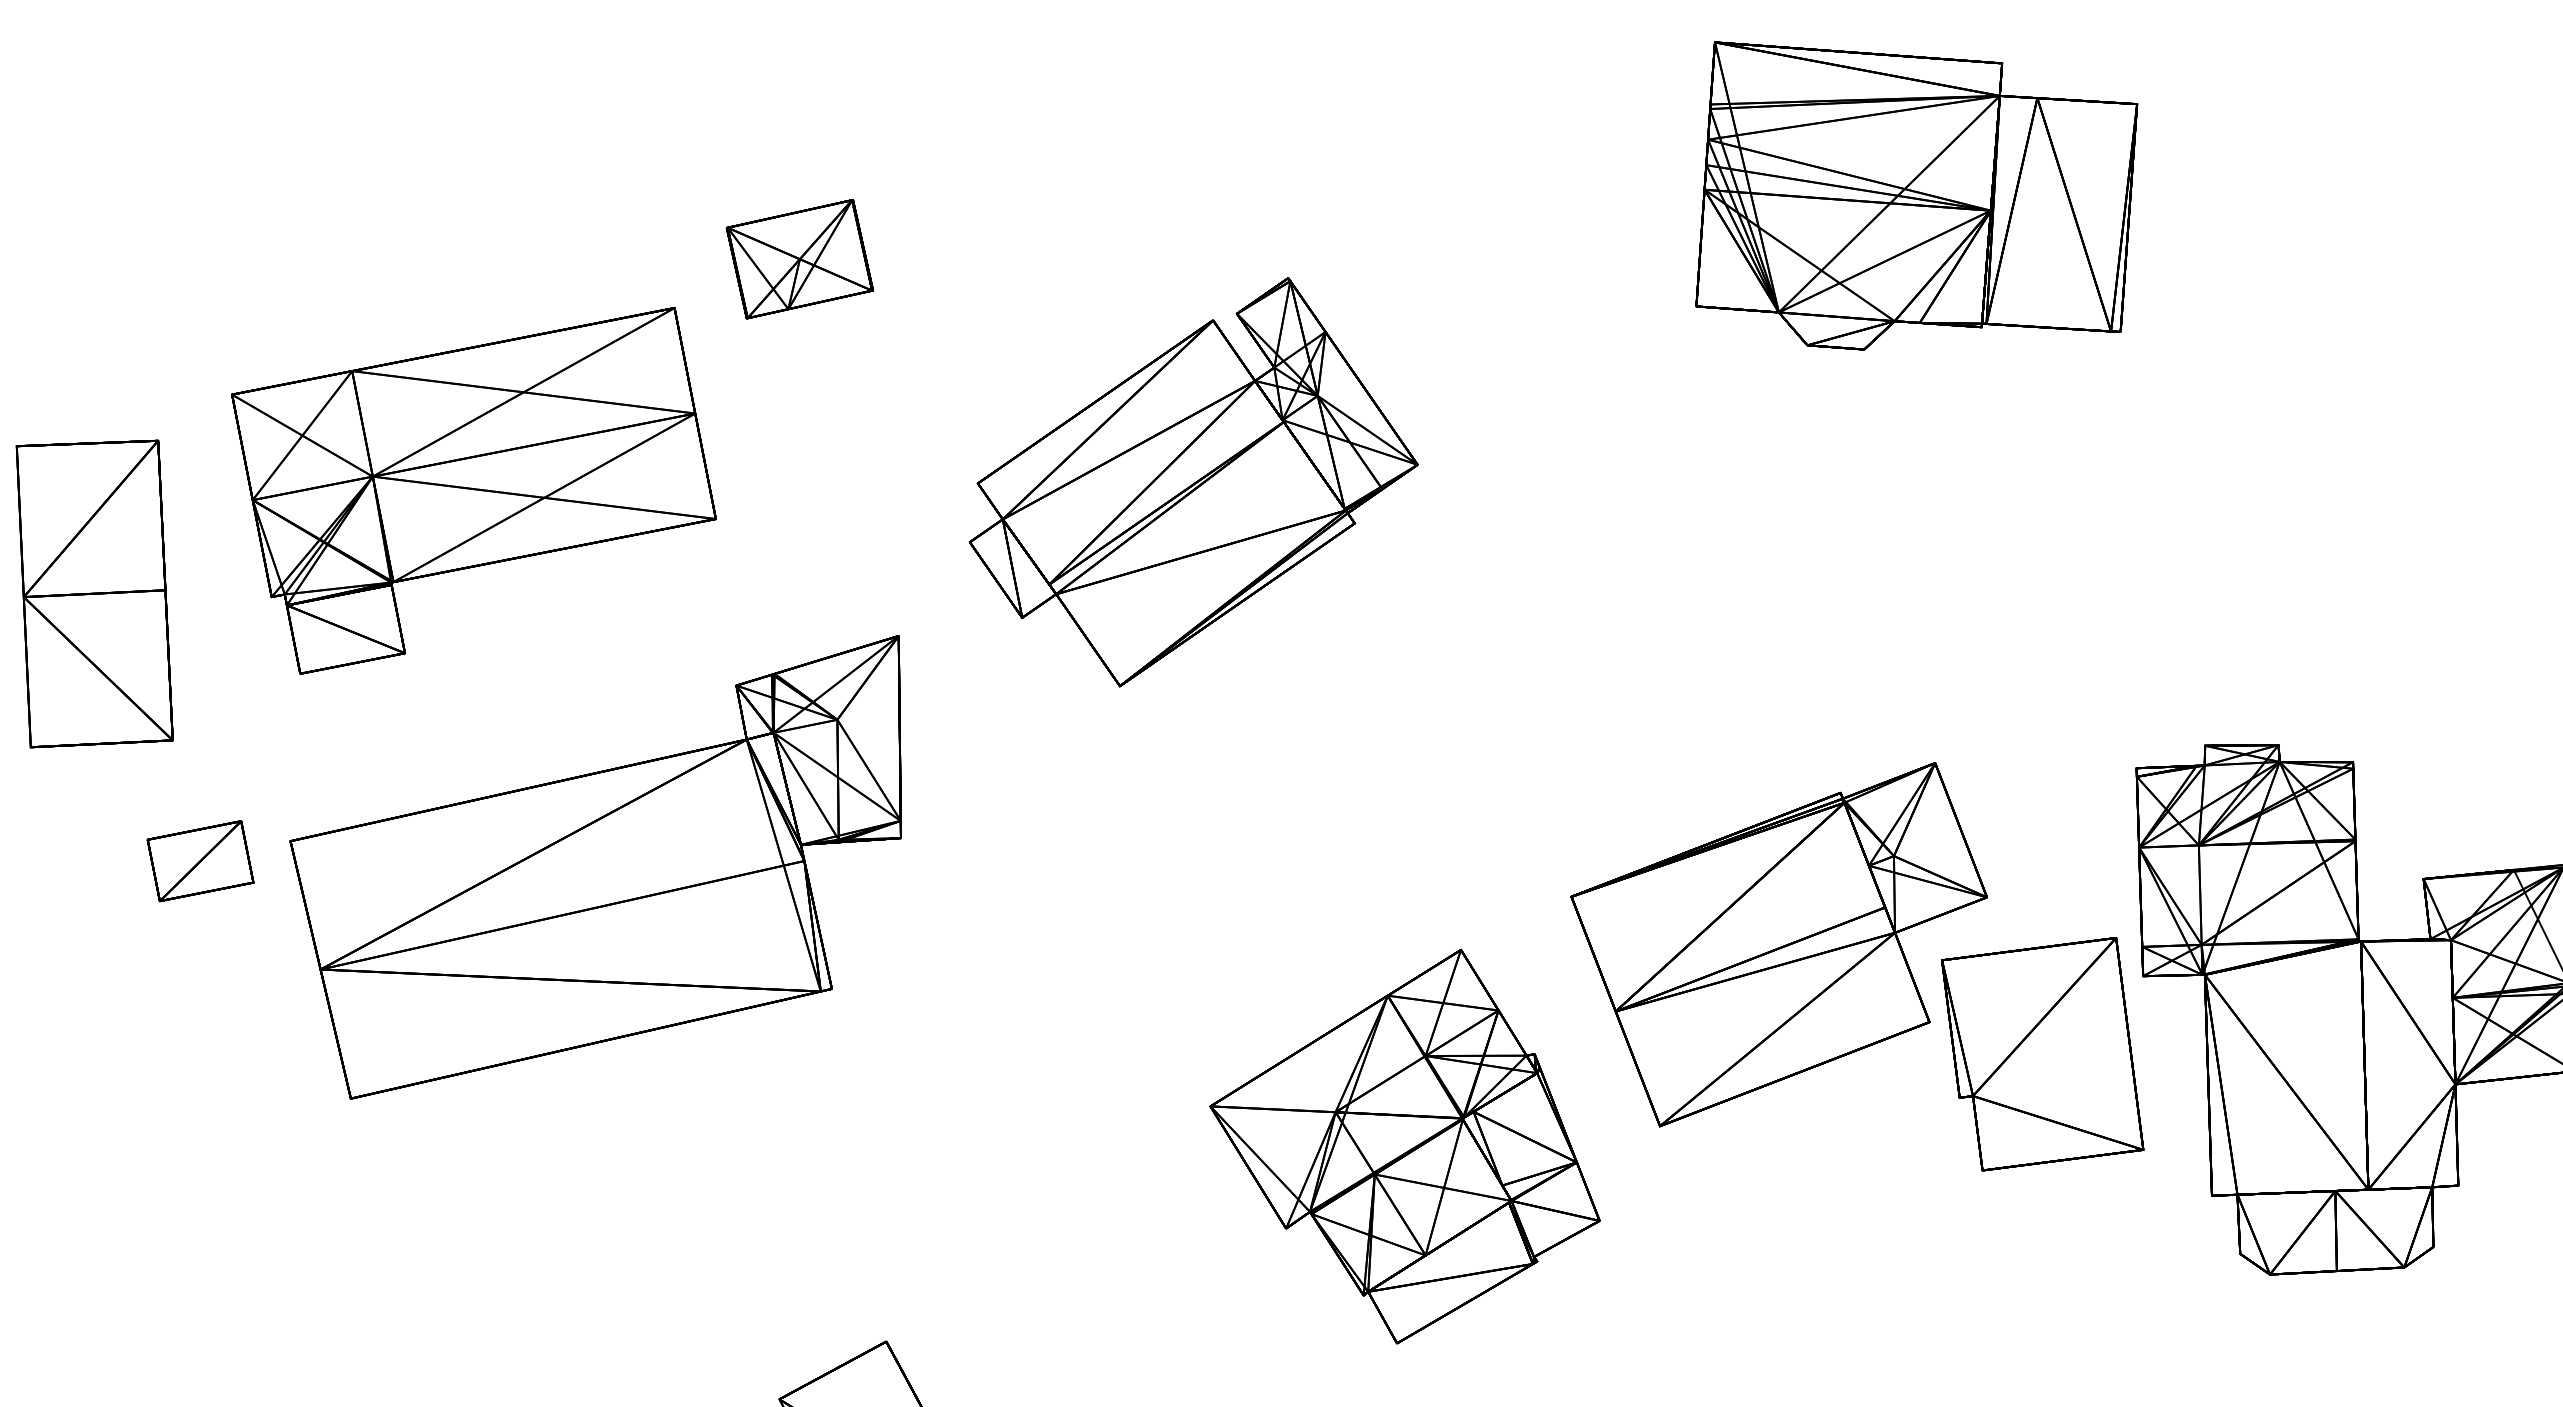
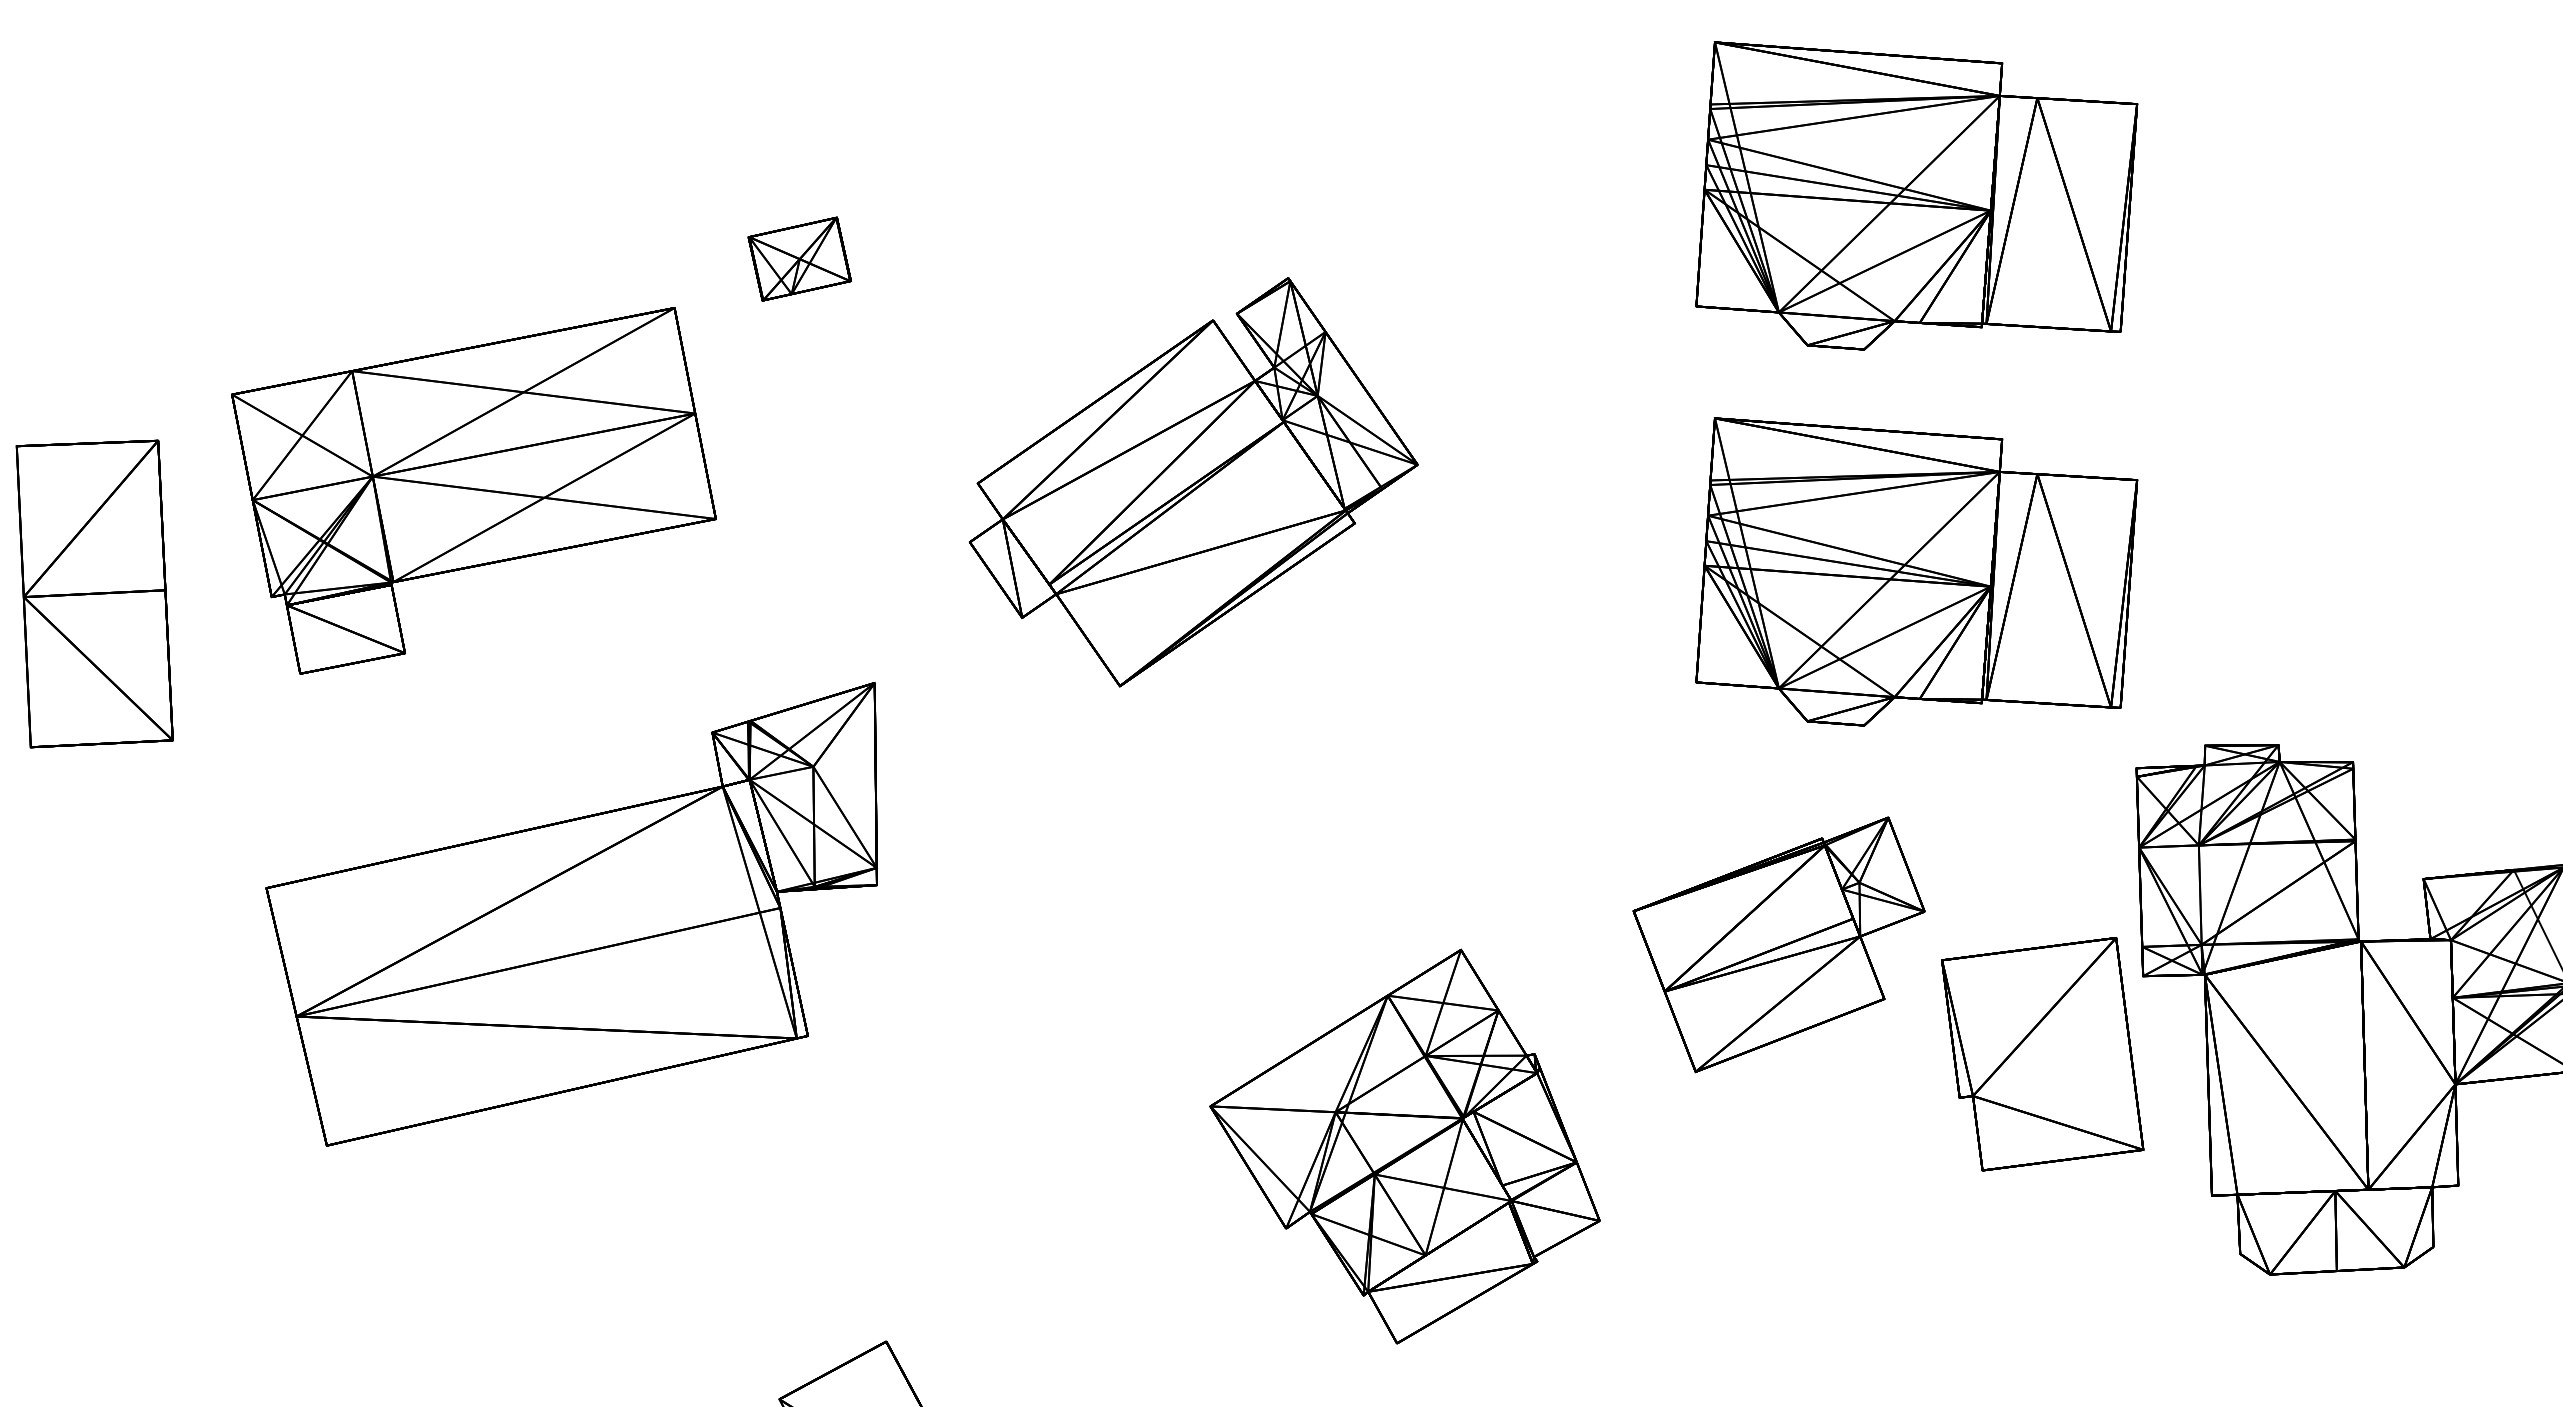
part at (799, 258) size: 149x122 px -> 105x86 px
part at (1916, 571): none -> present
part at (200, 861): present -> none
part at (595, 866) position: (595, 866) -> (571, 913)
part at (1778, 944) size: 418x366 px -> 294x258 px
